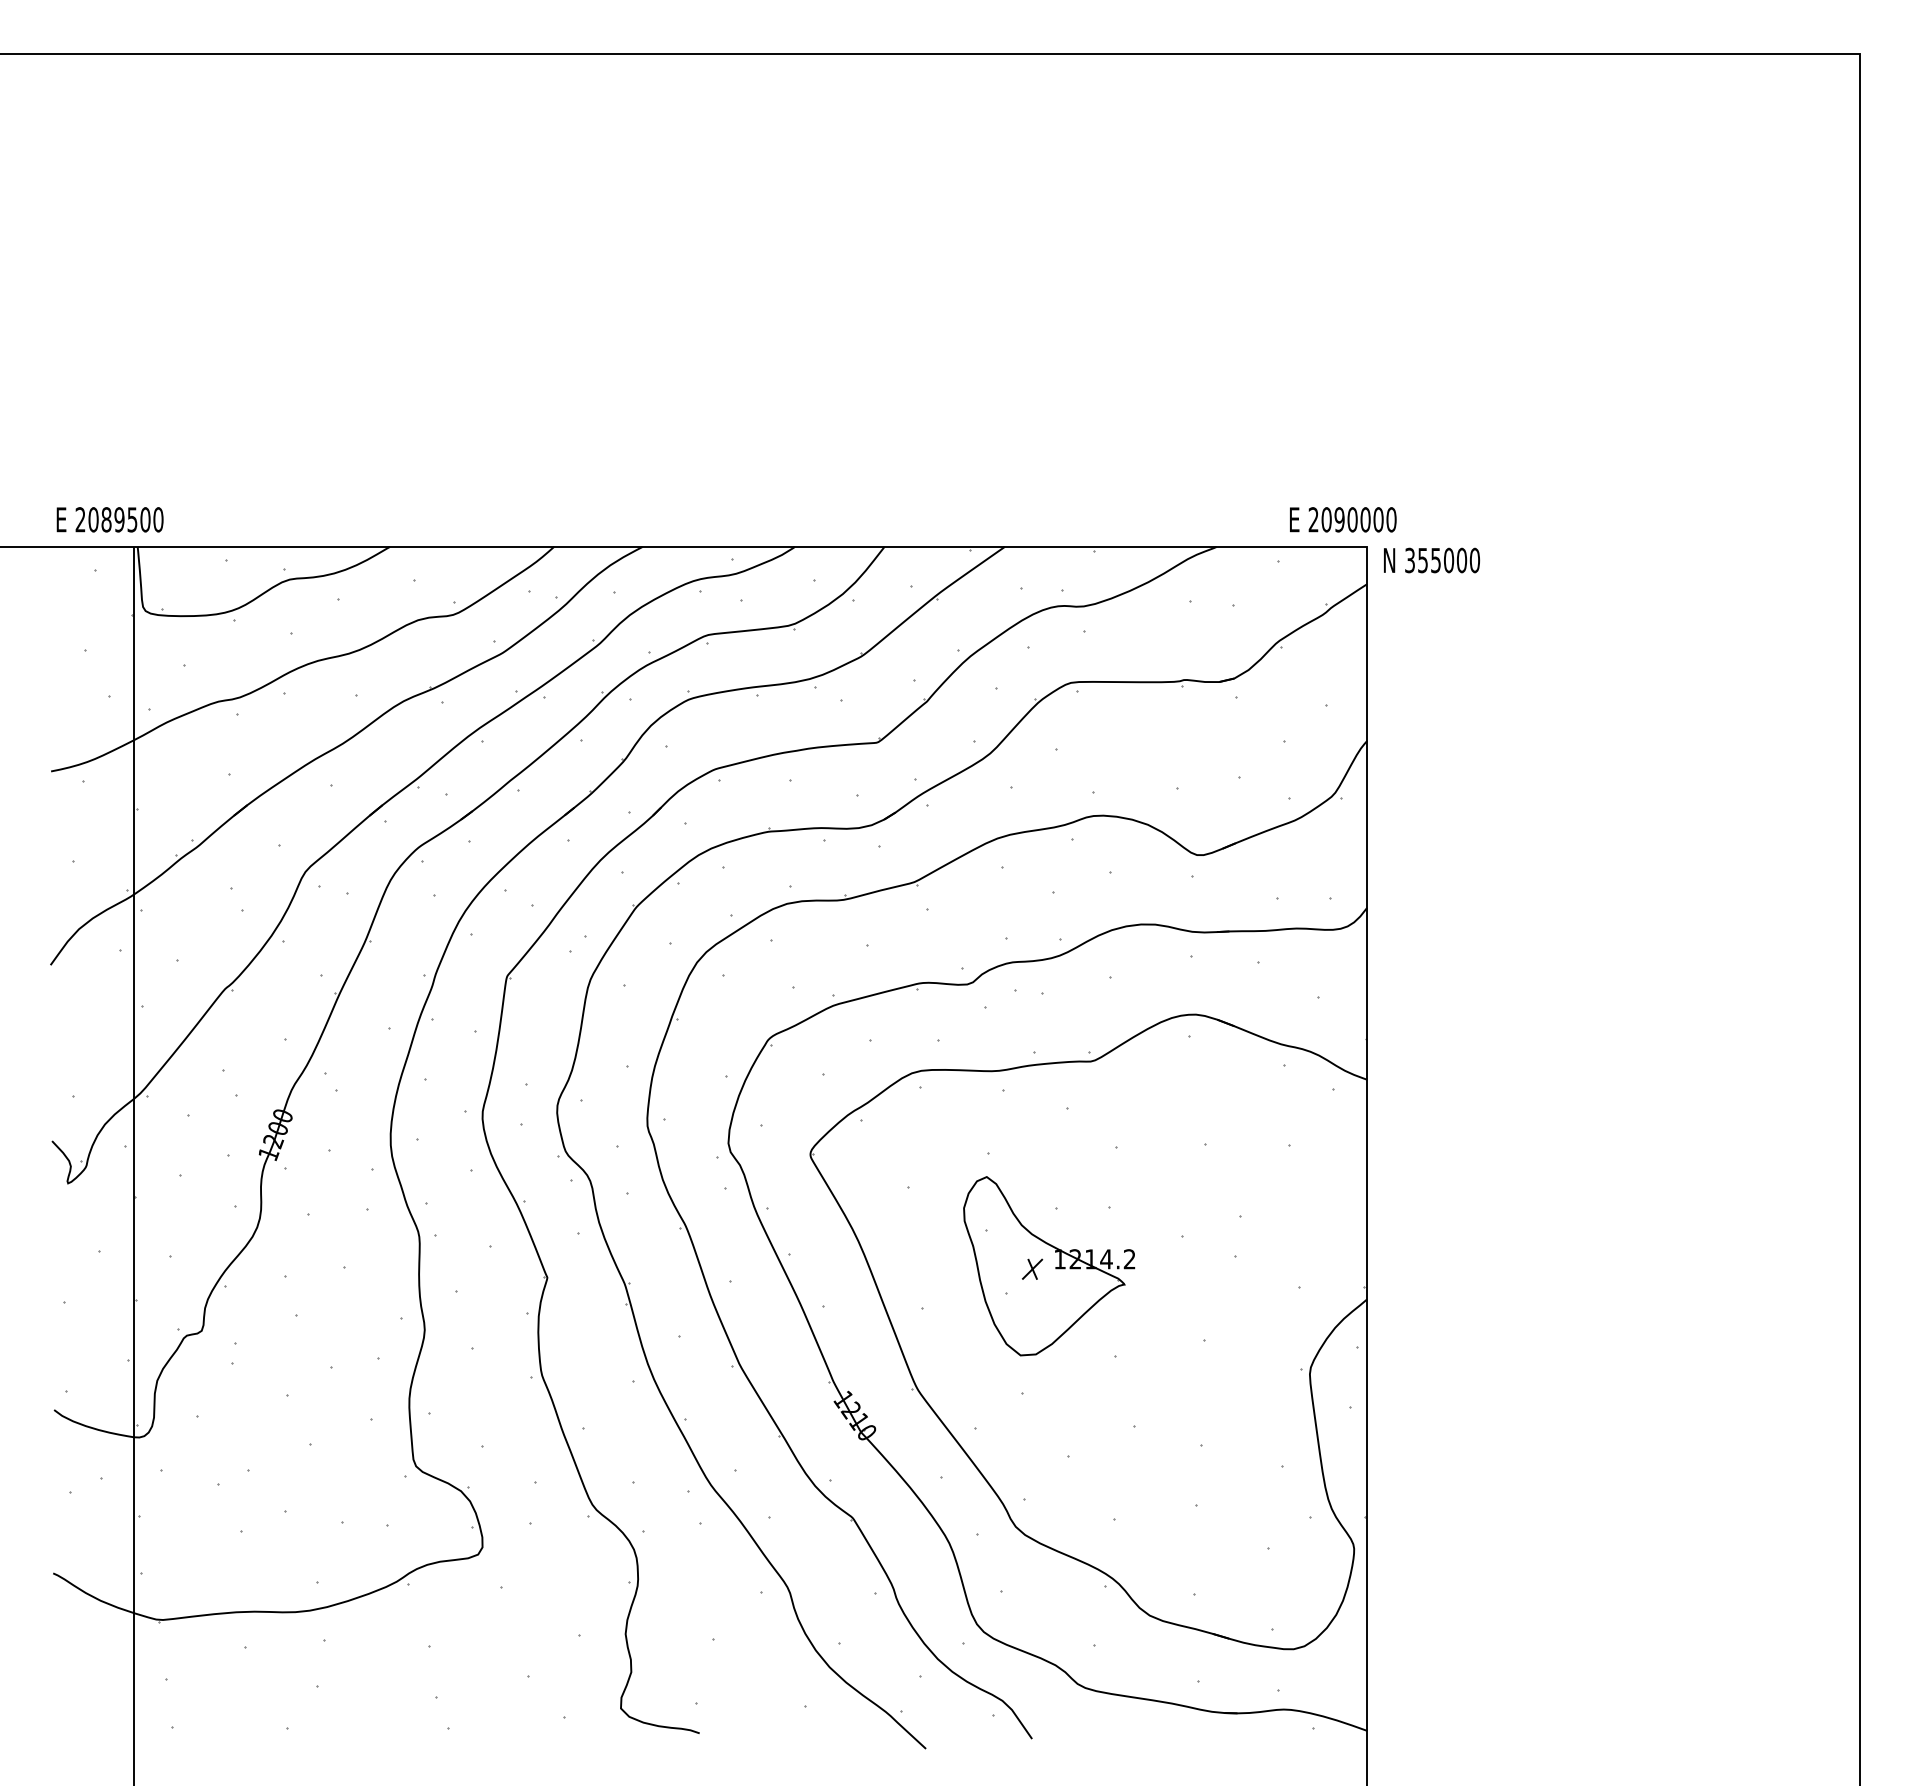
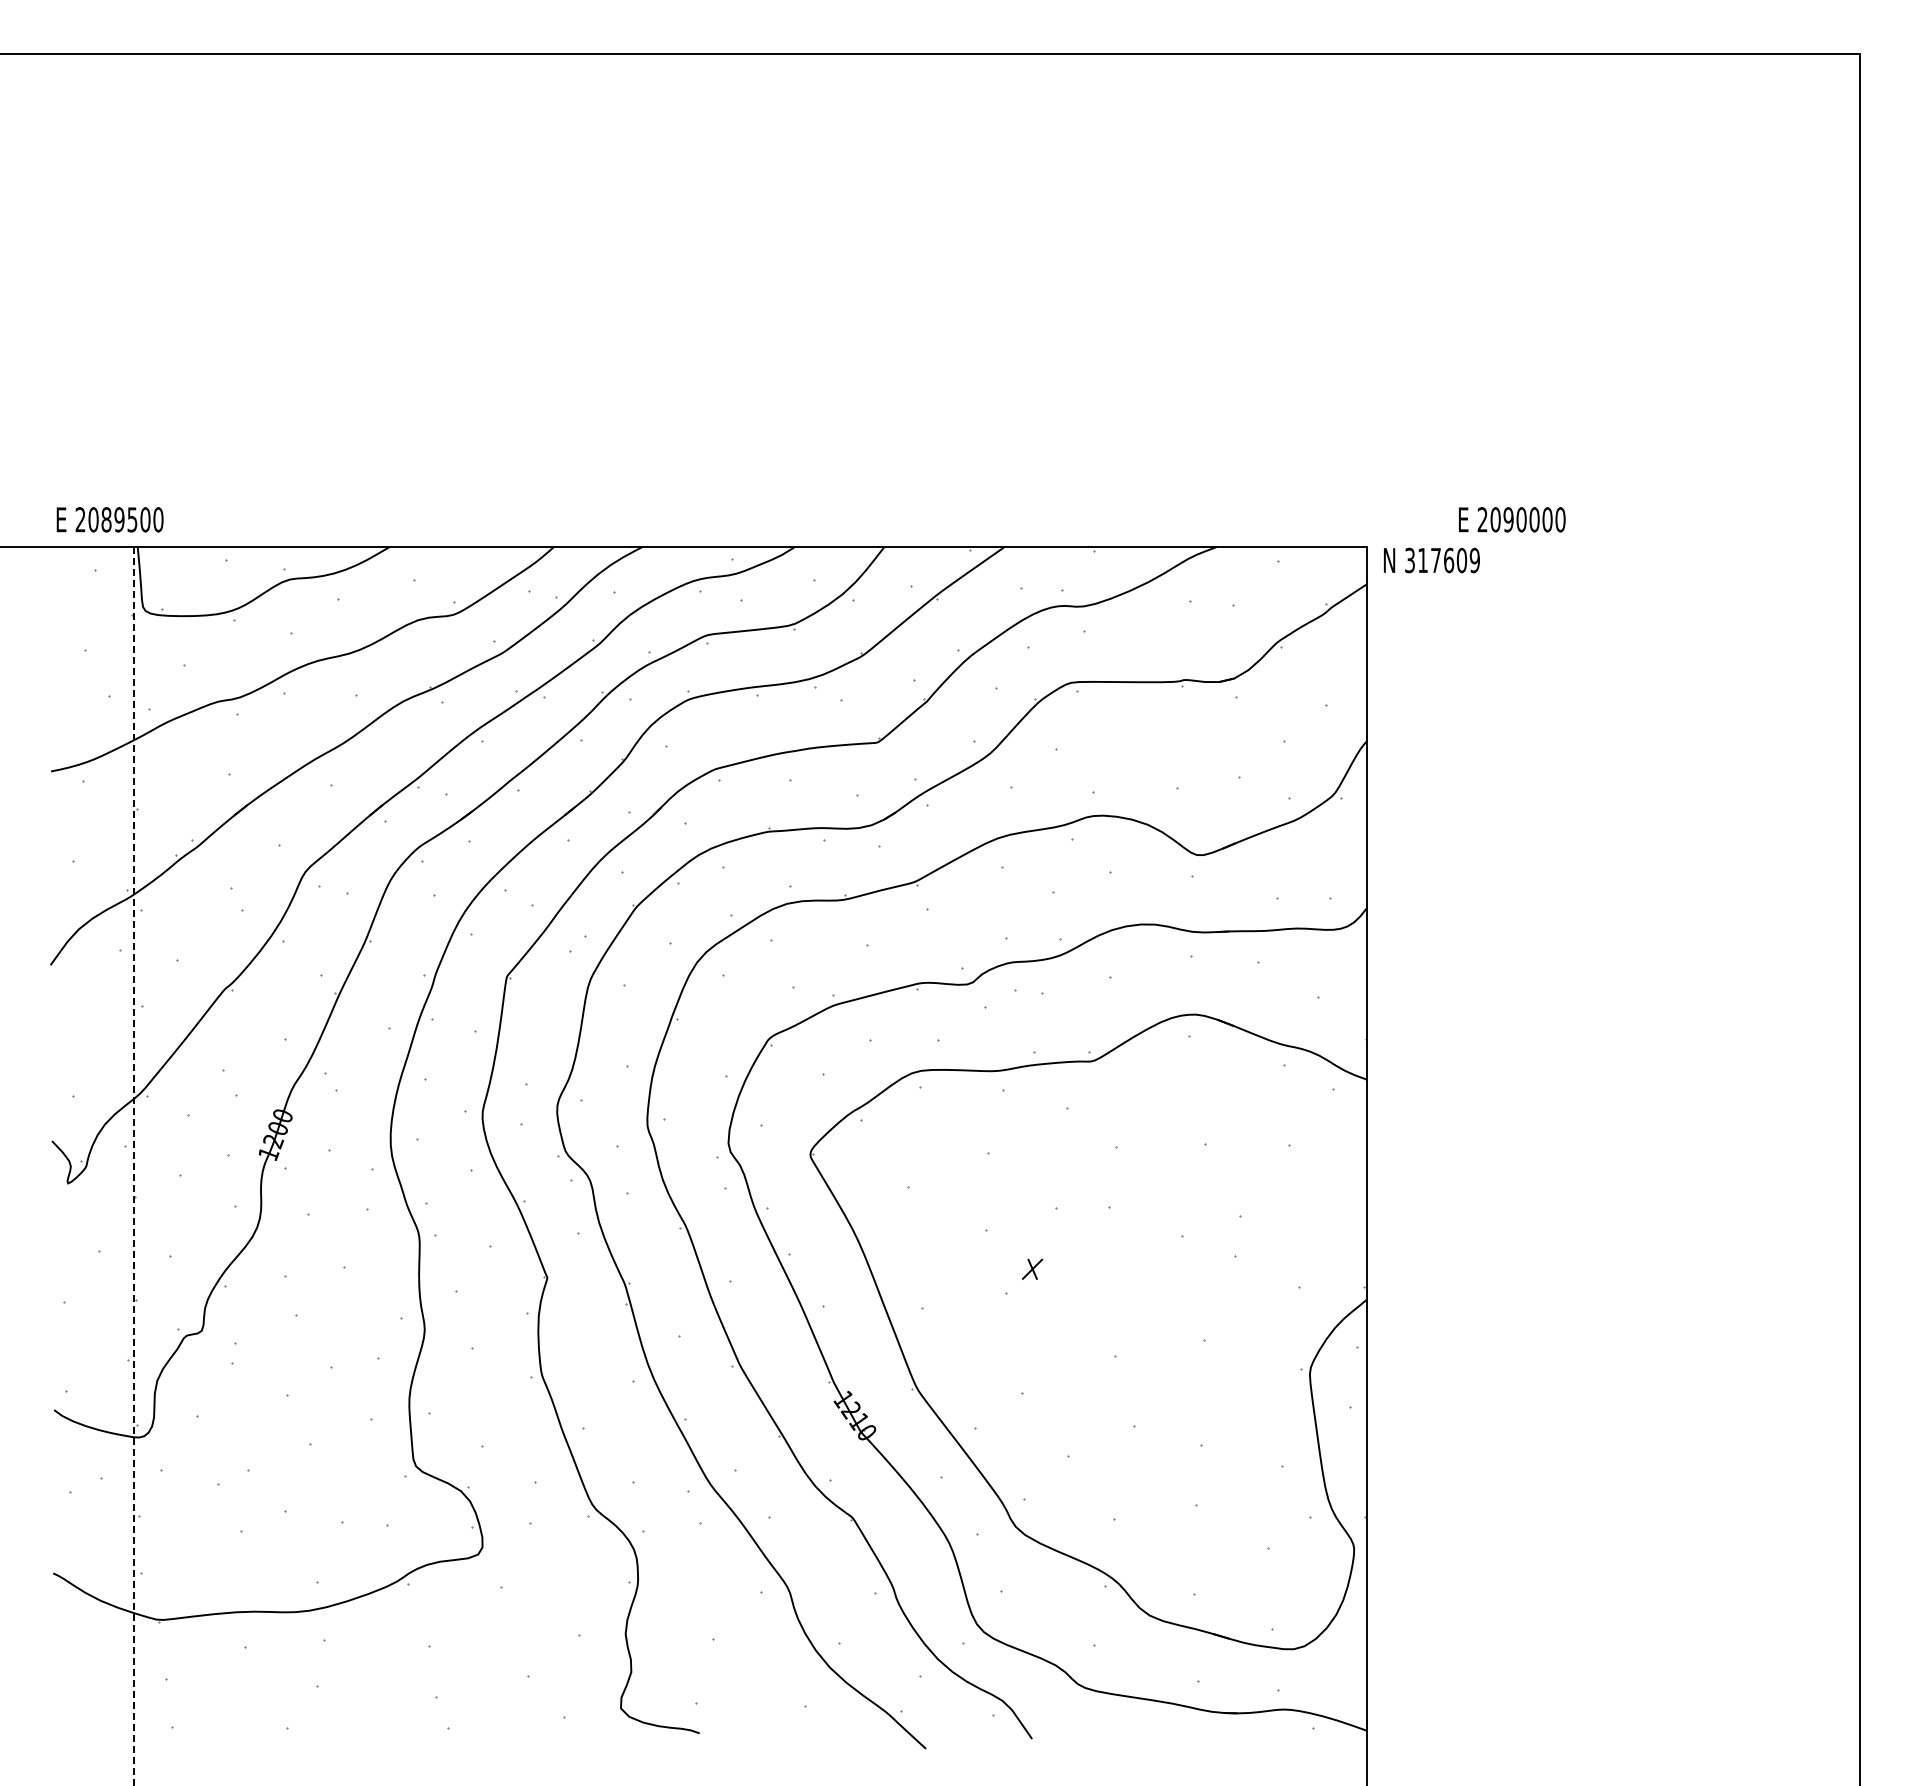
text at (1343, 519) position: (1343, 519) -> (1512, 519)
text at (1448, 560): 355000 -> 317609
line at (133, 1166): solid -> dashed
part at (1049, 1266): present -> none
